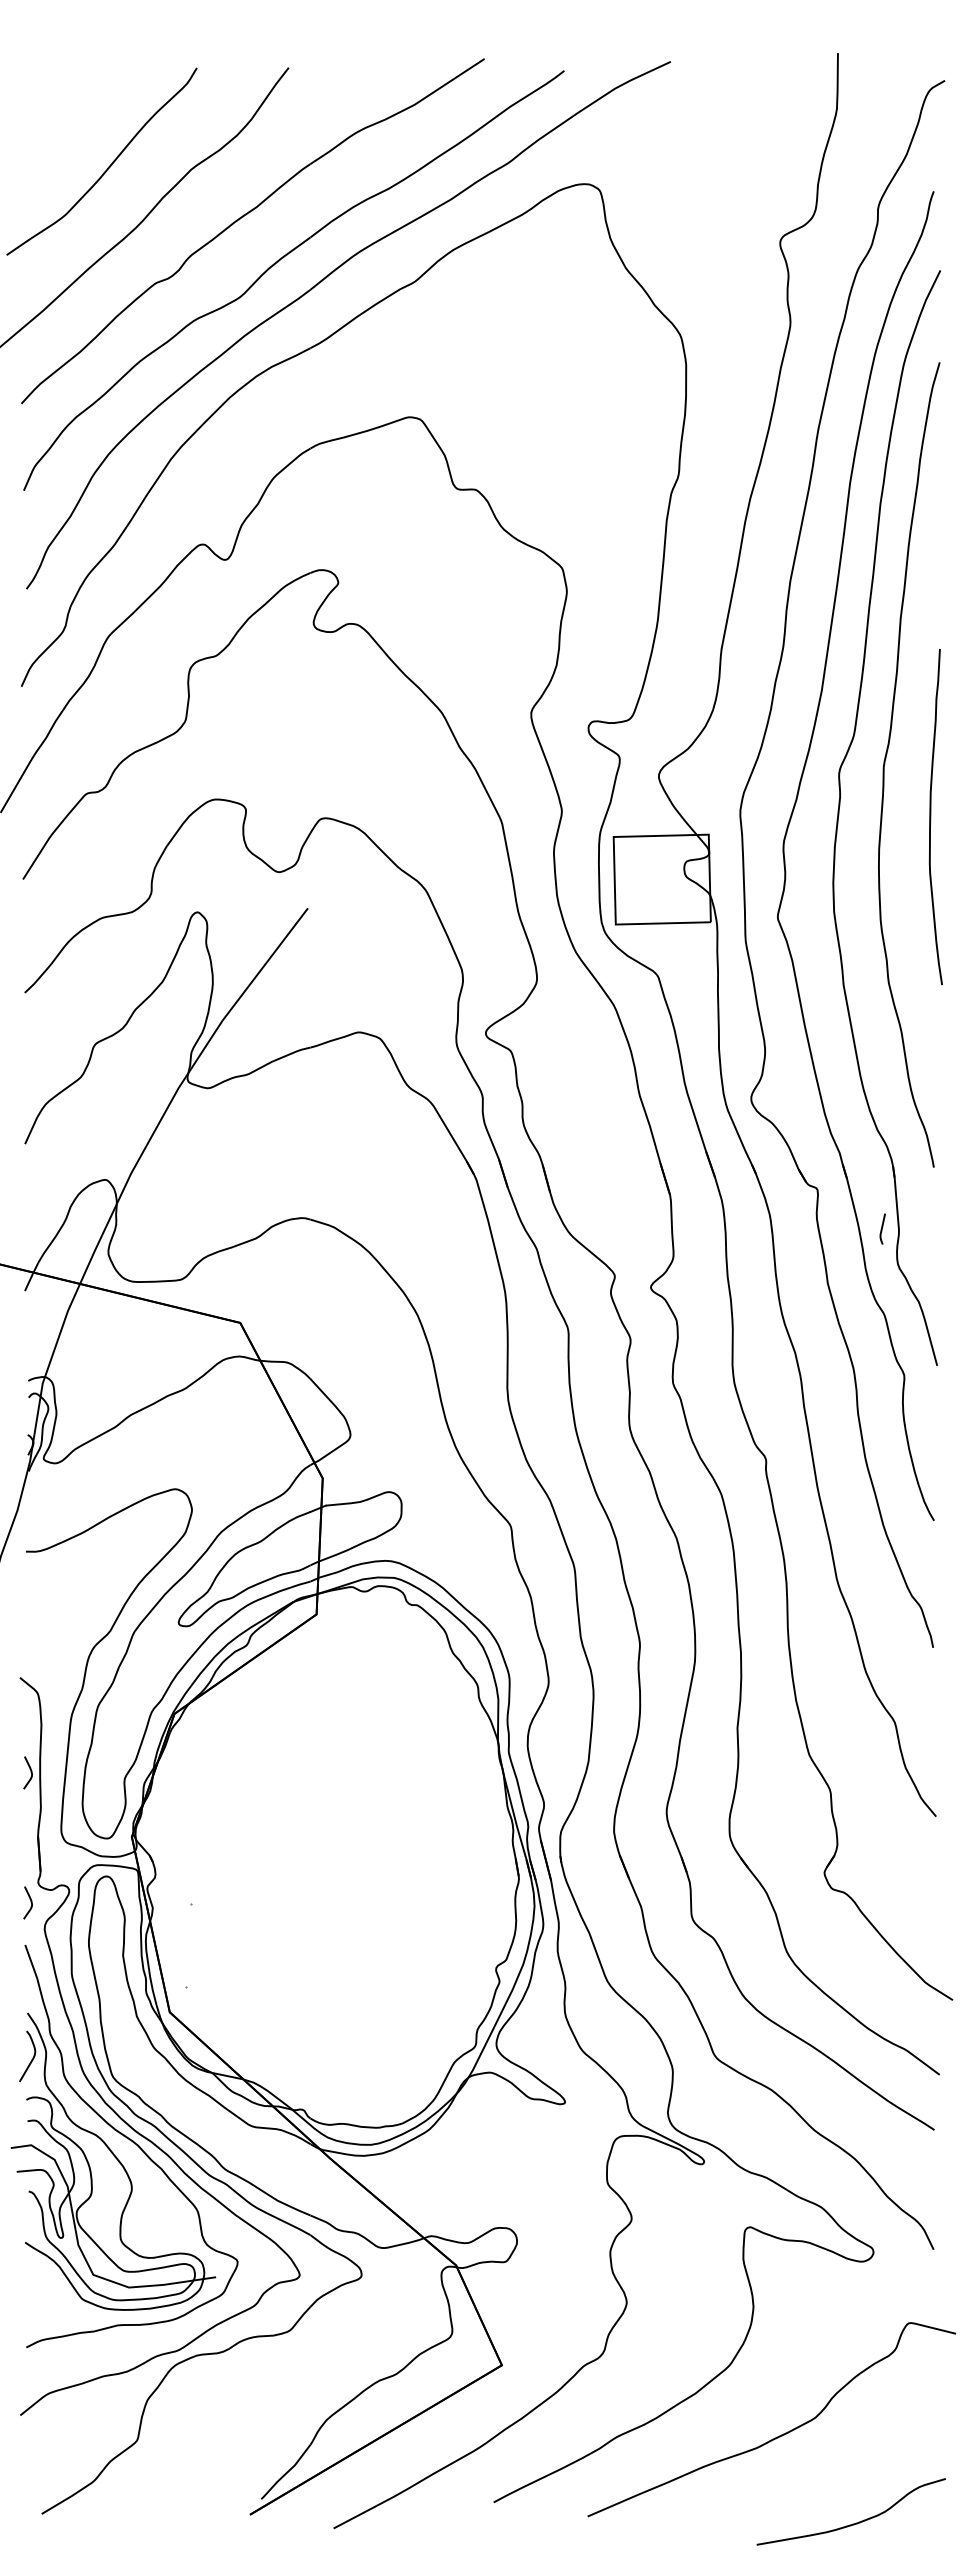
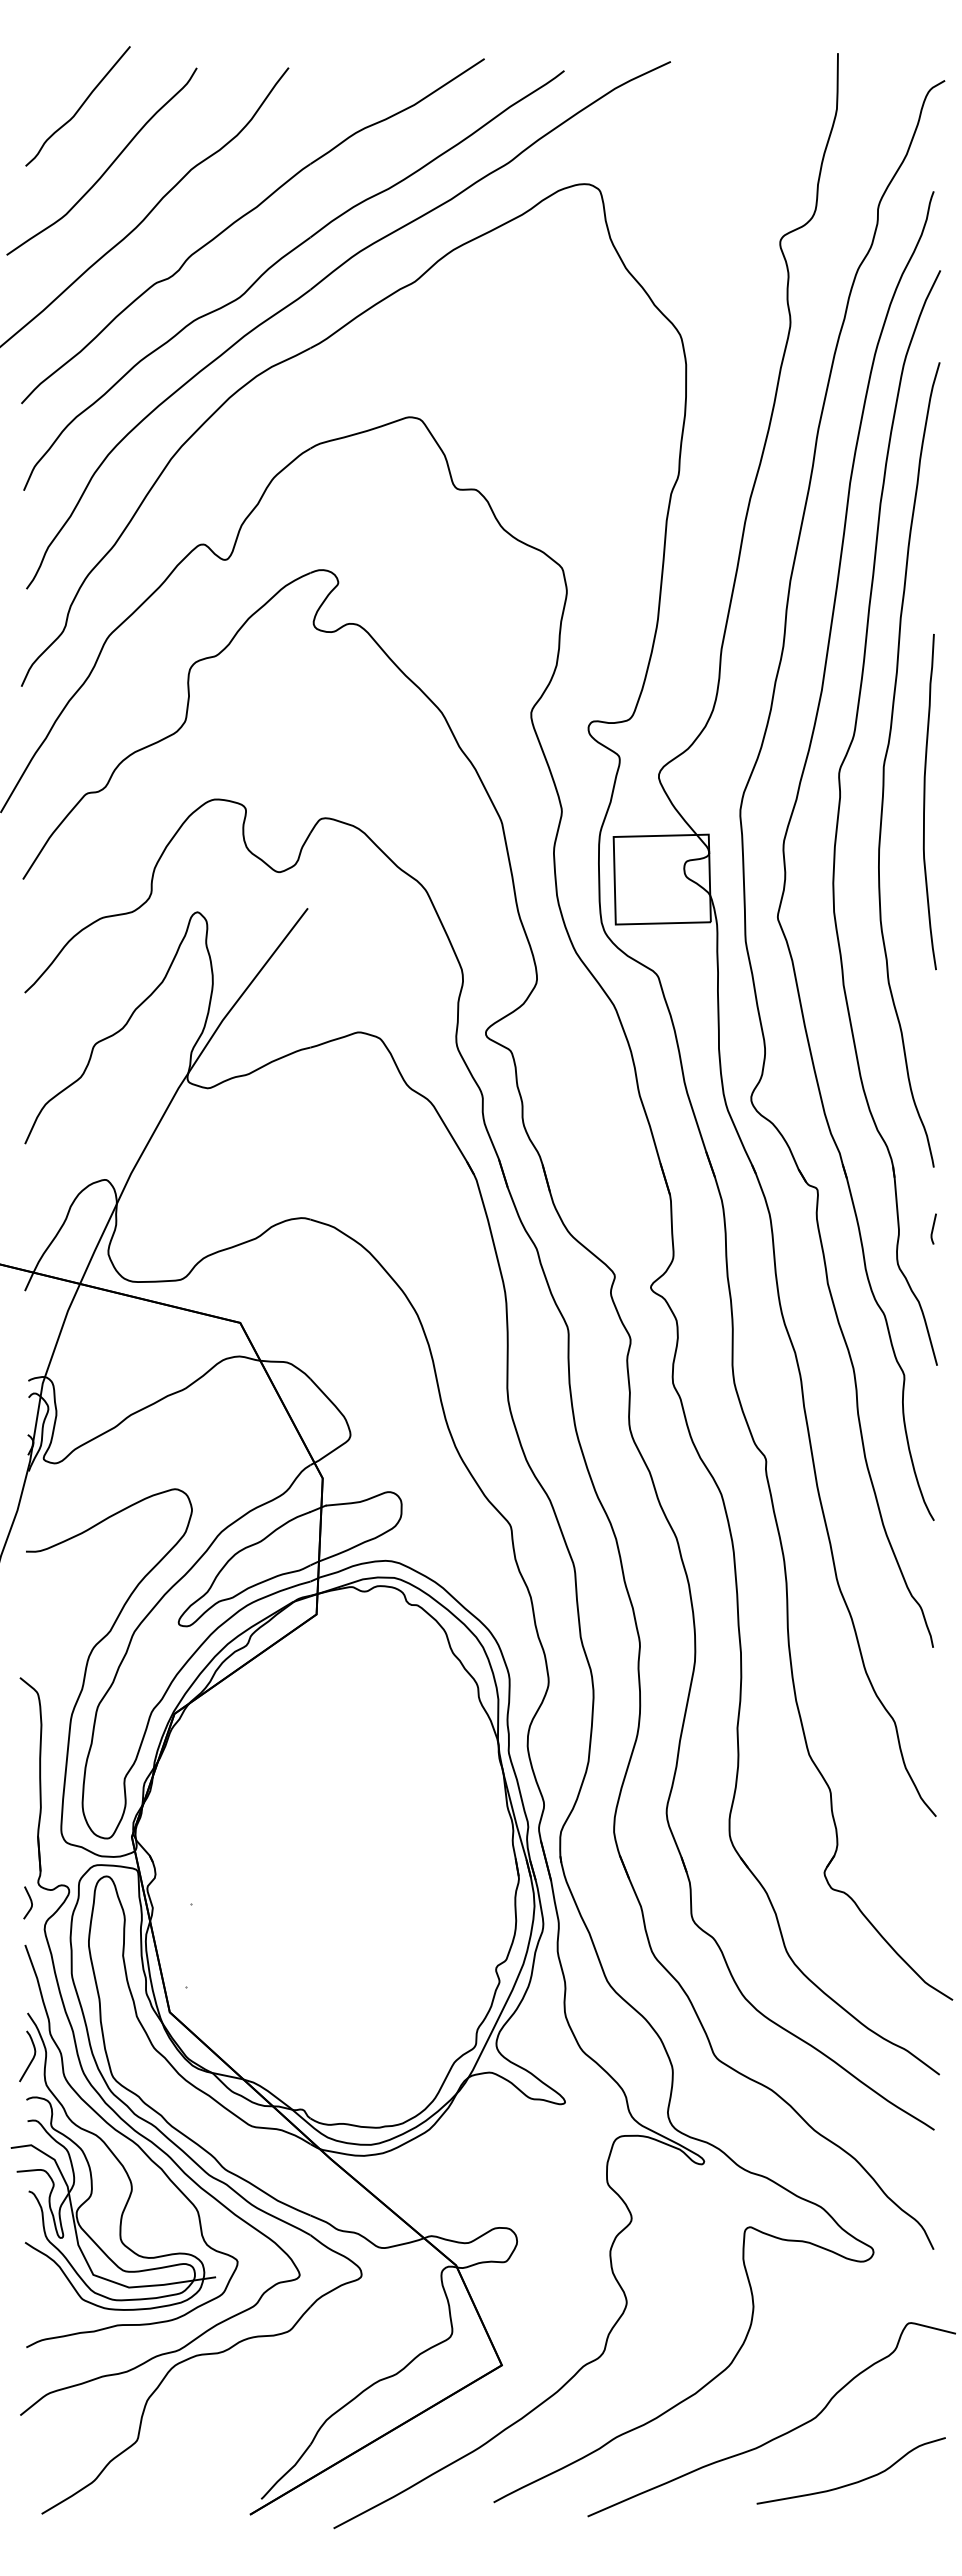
curve at (79, 107): none -> present
curve at (931, 817) position: (931, 817) -> (925, 802)
line at (882, 1228) position: (882, 1228) -> (933, 1228)
curve at (30, 1772): present -> none
curve at (852, 2523) position: (852, 2523) -> (852, 2482)
